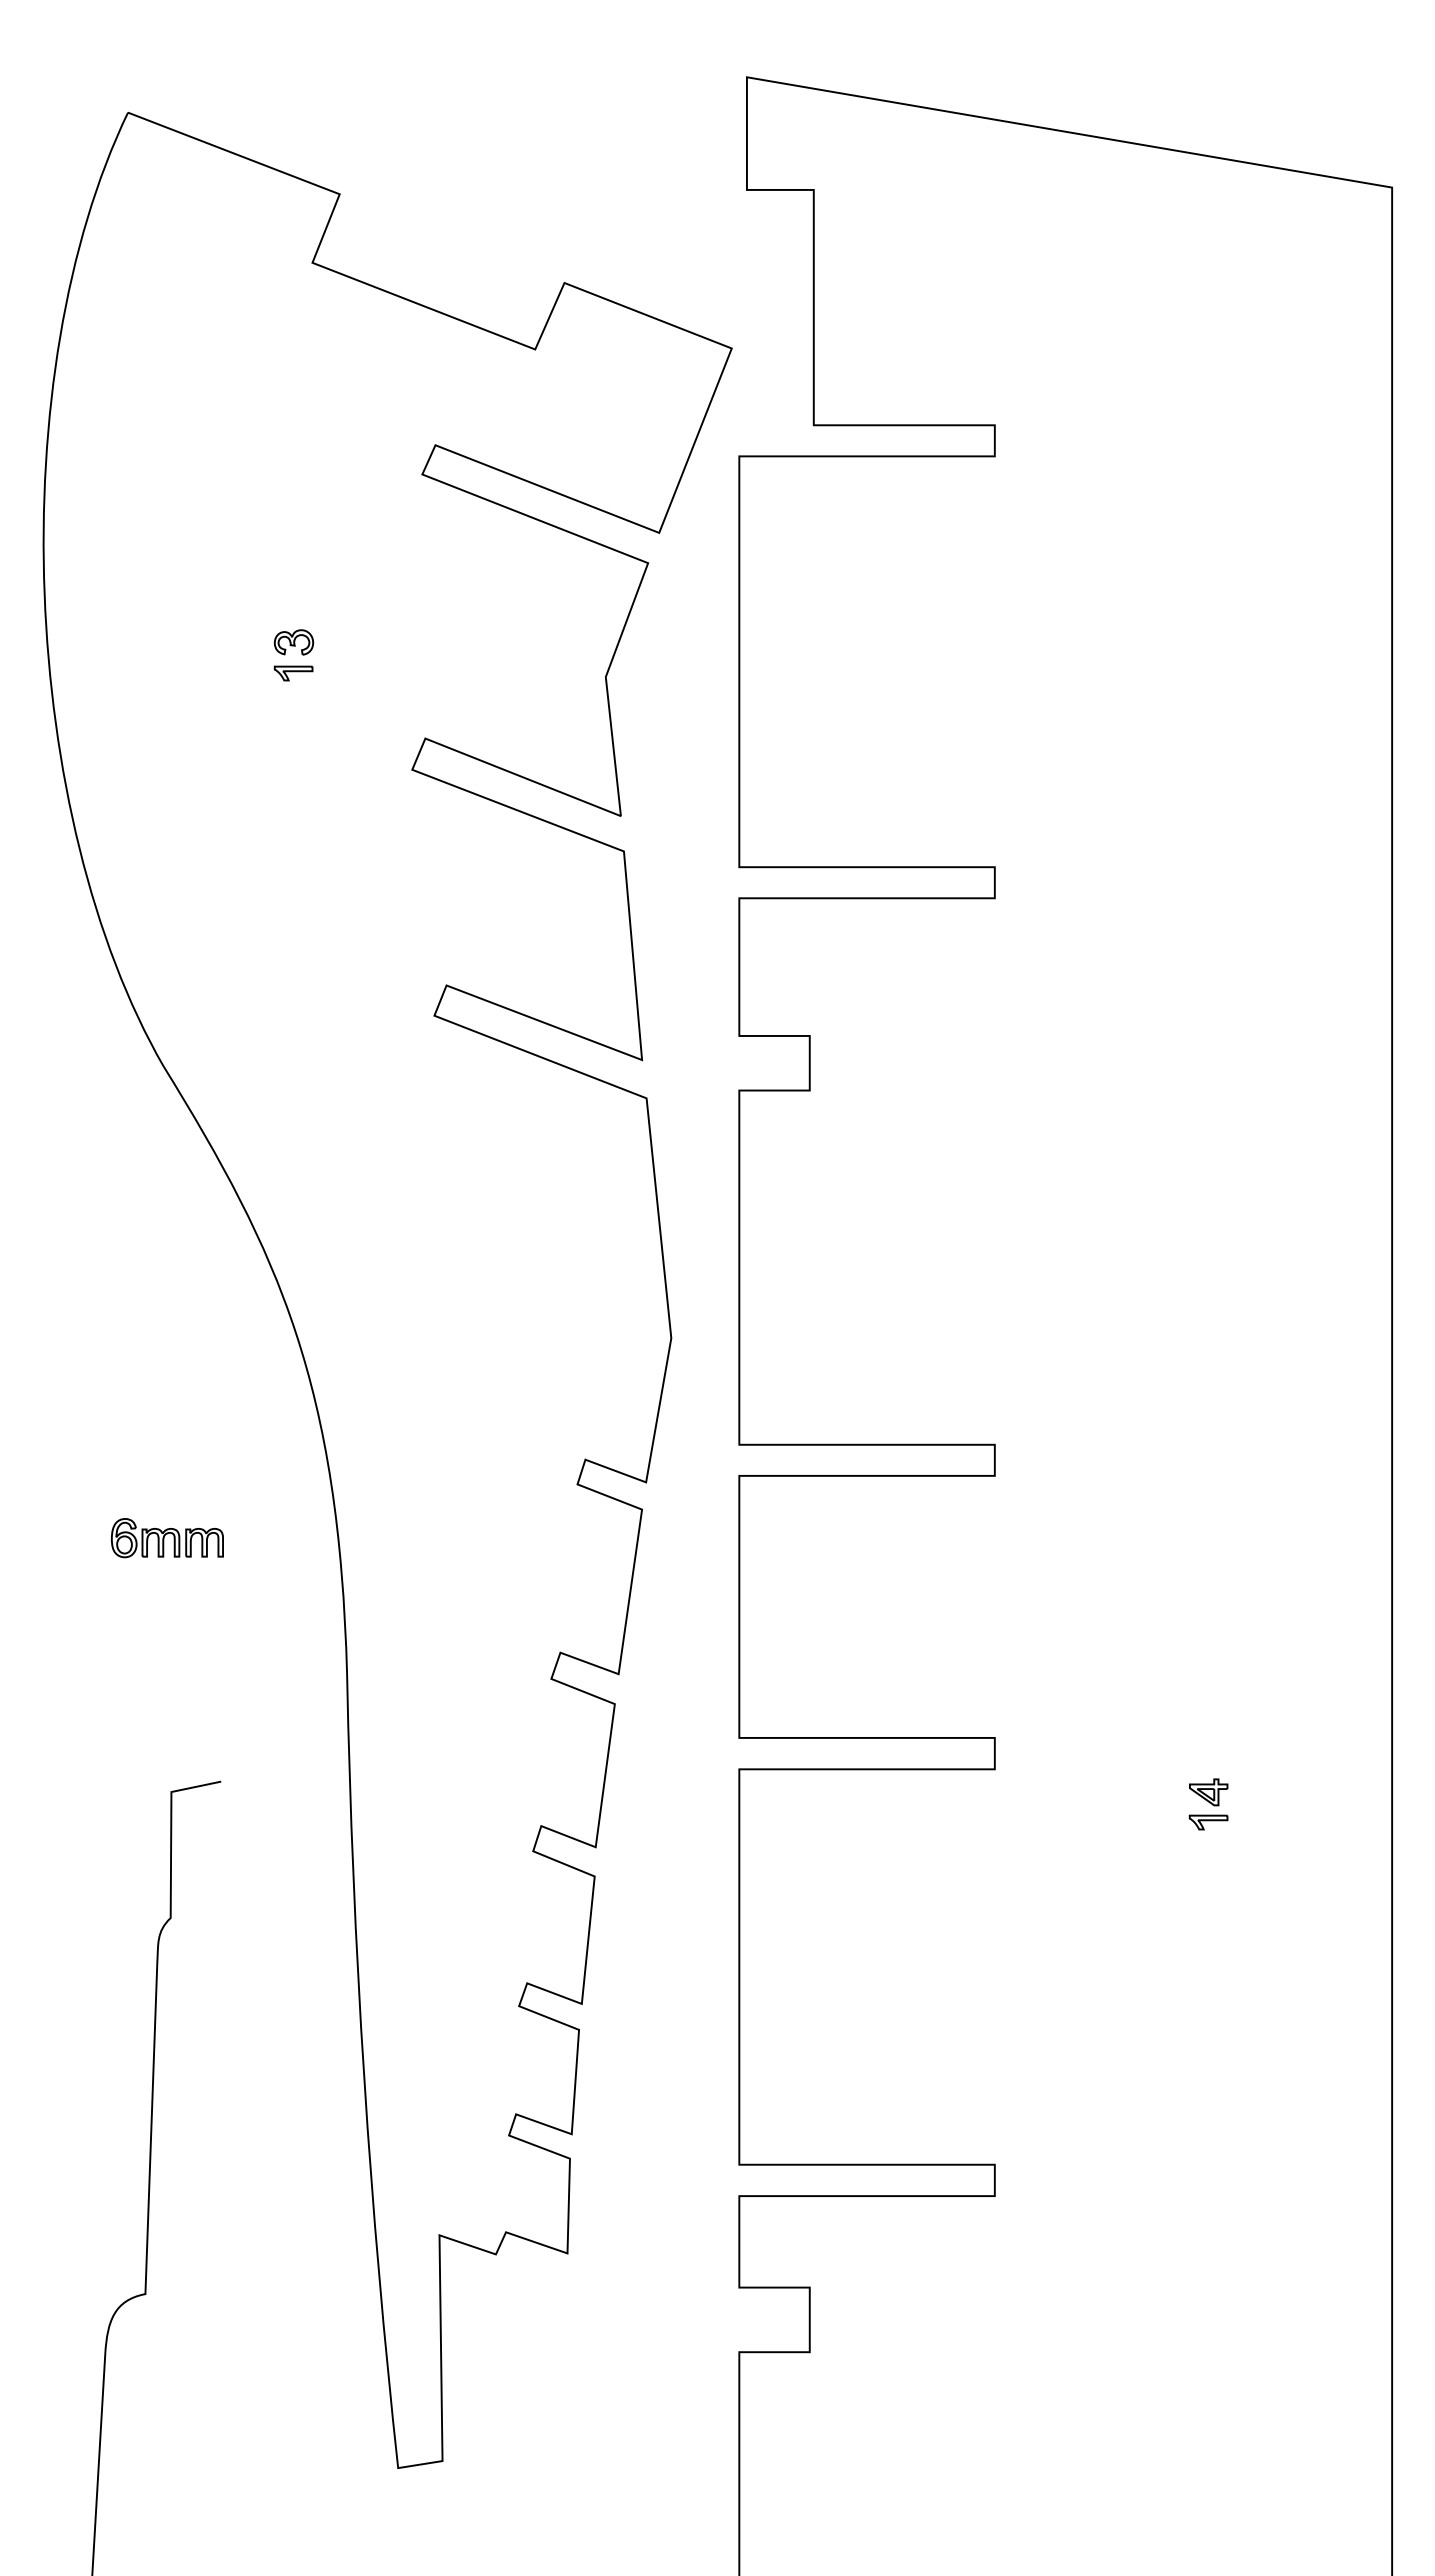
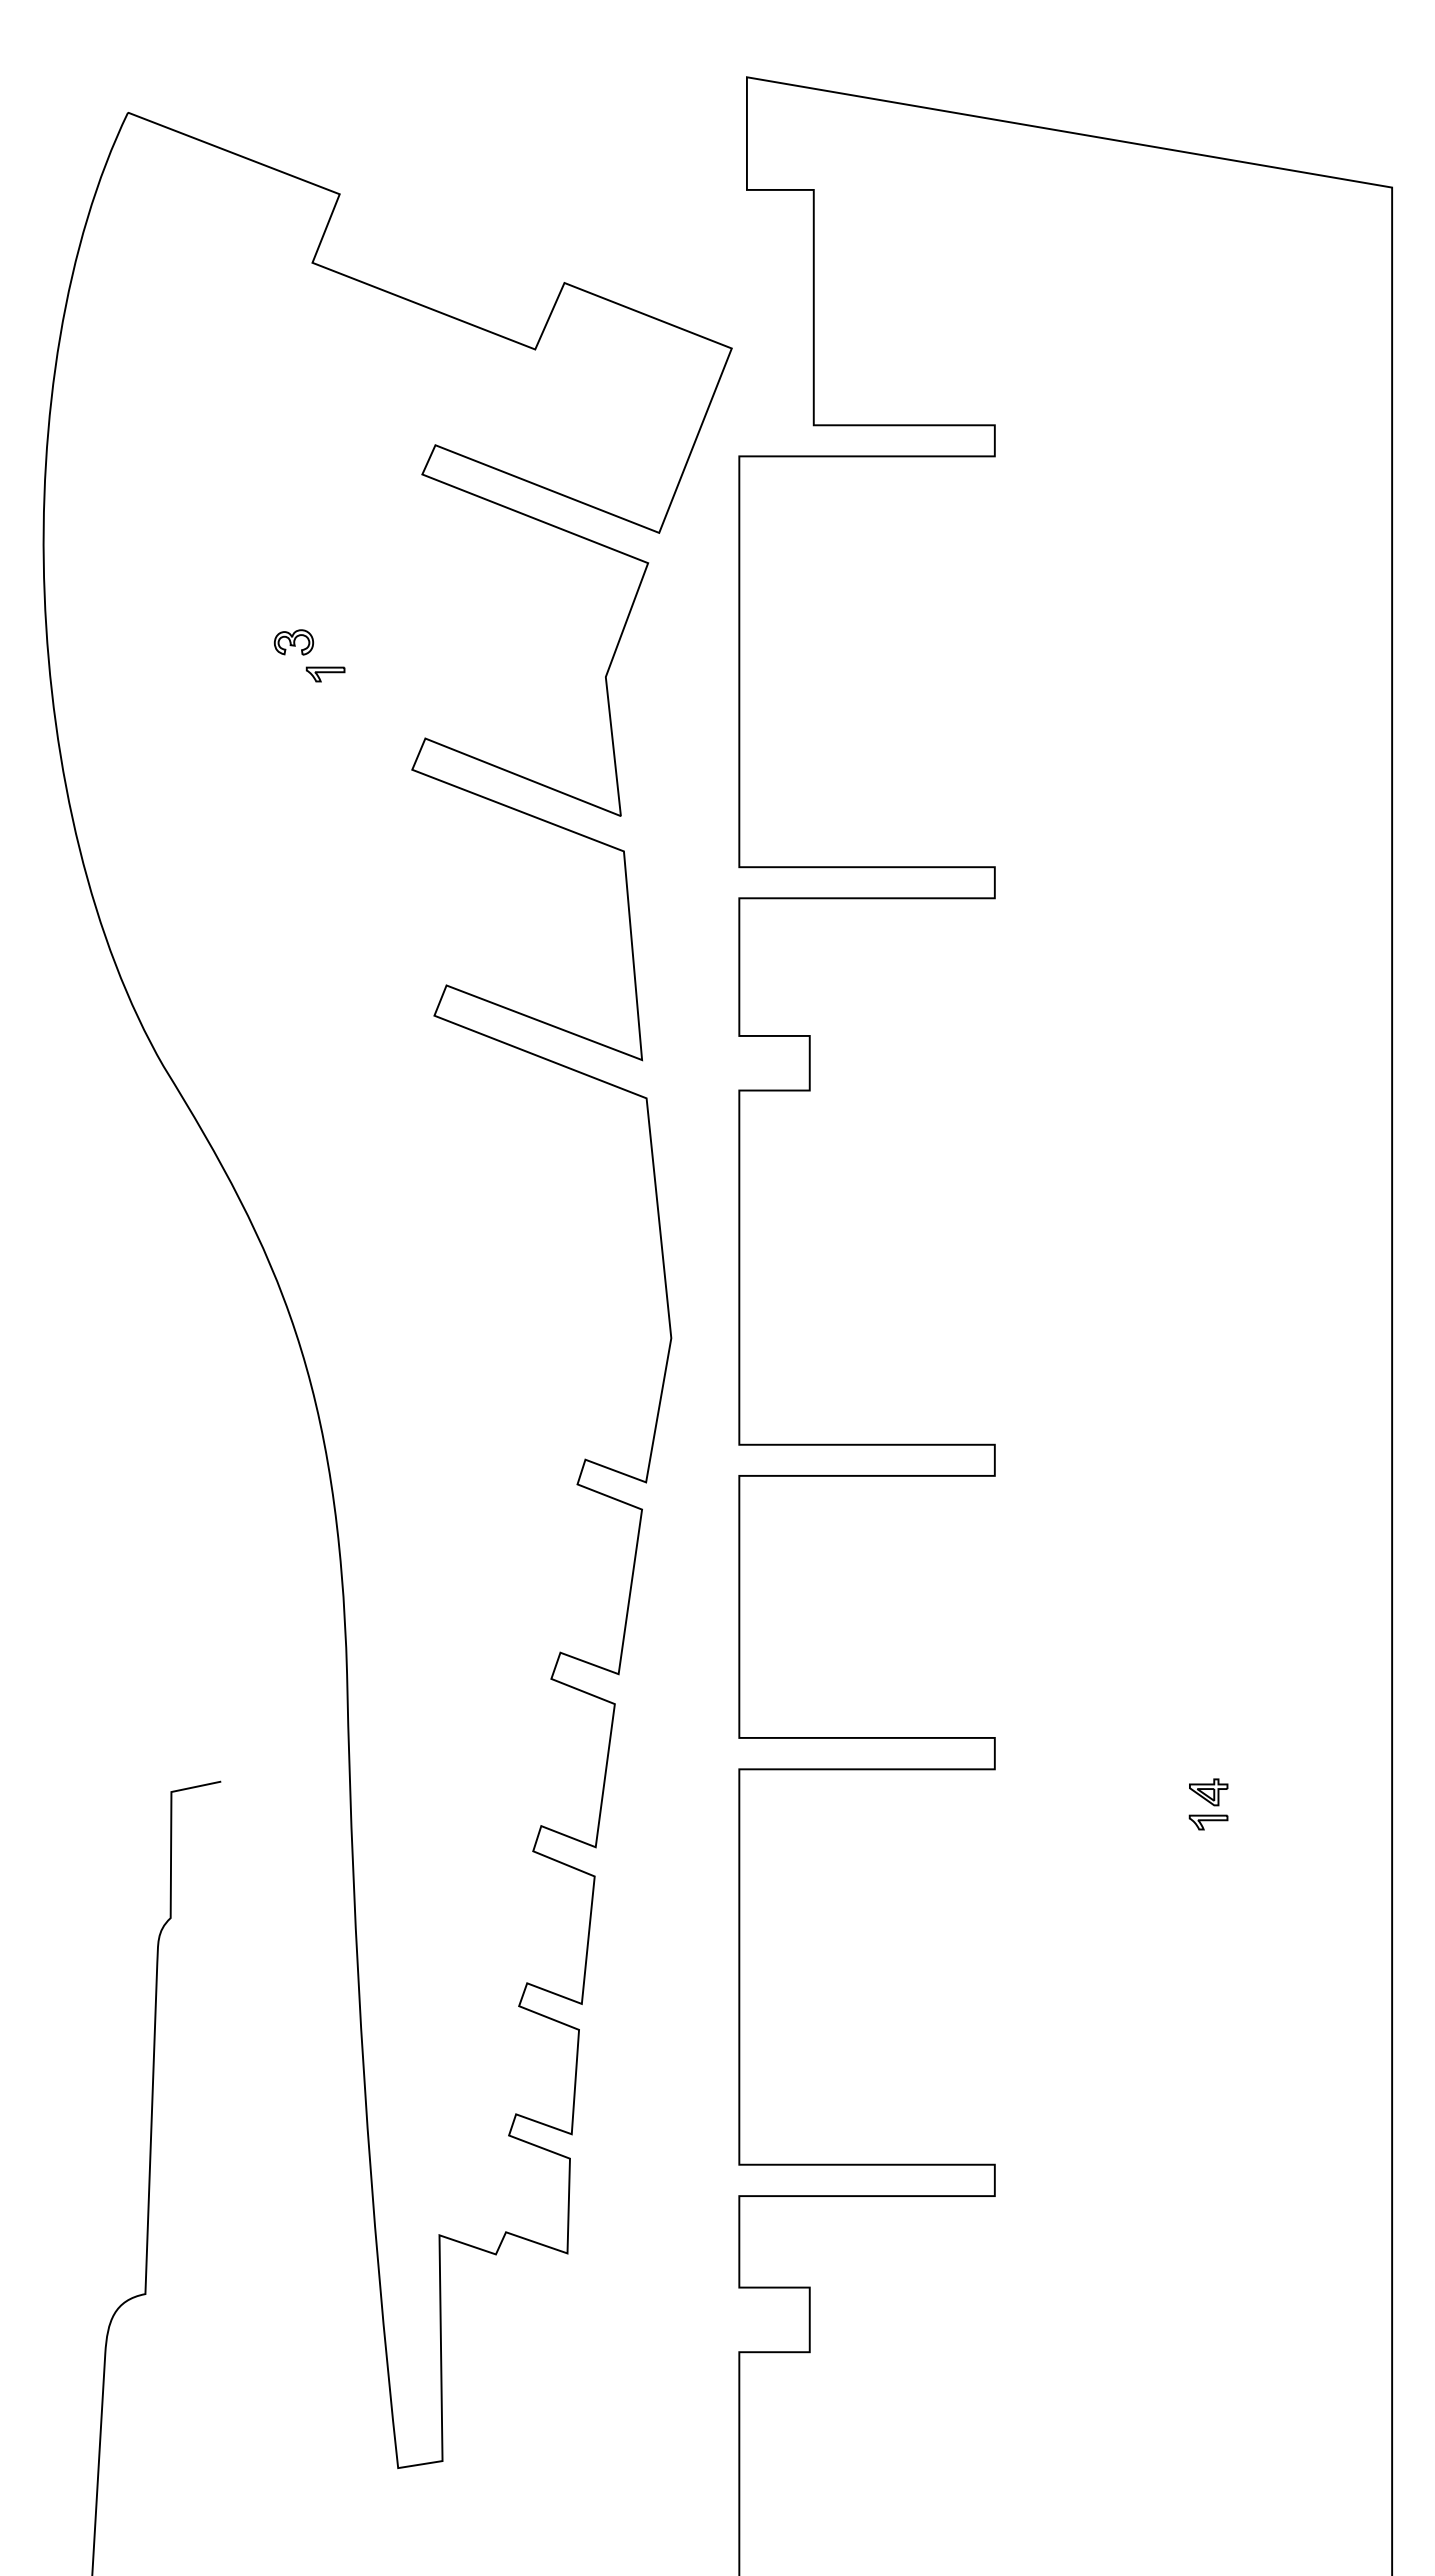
part at (293, 673) position: (293, 673) -> (325, 674)
part at (167, 1538): present -> none
